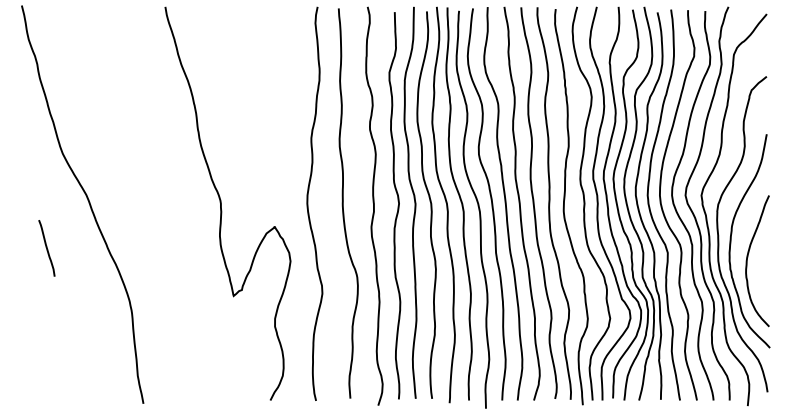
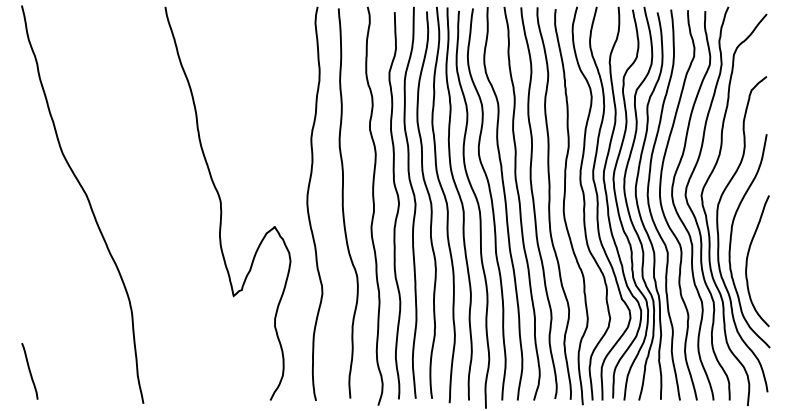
line at (46, 248) position: (46, 248) -> (29, 371)
